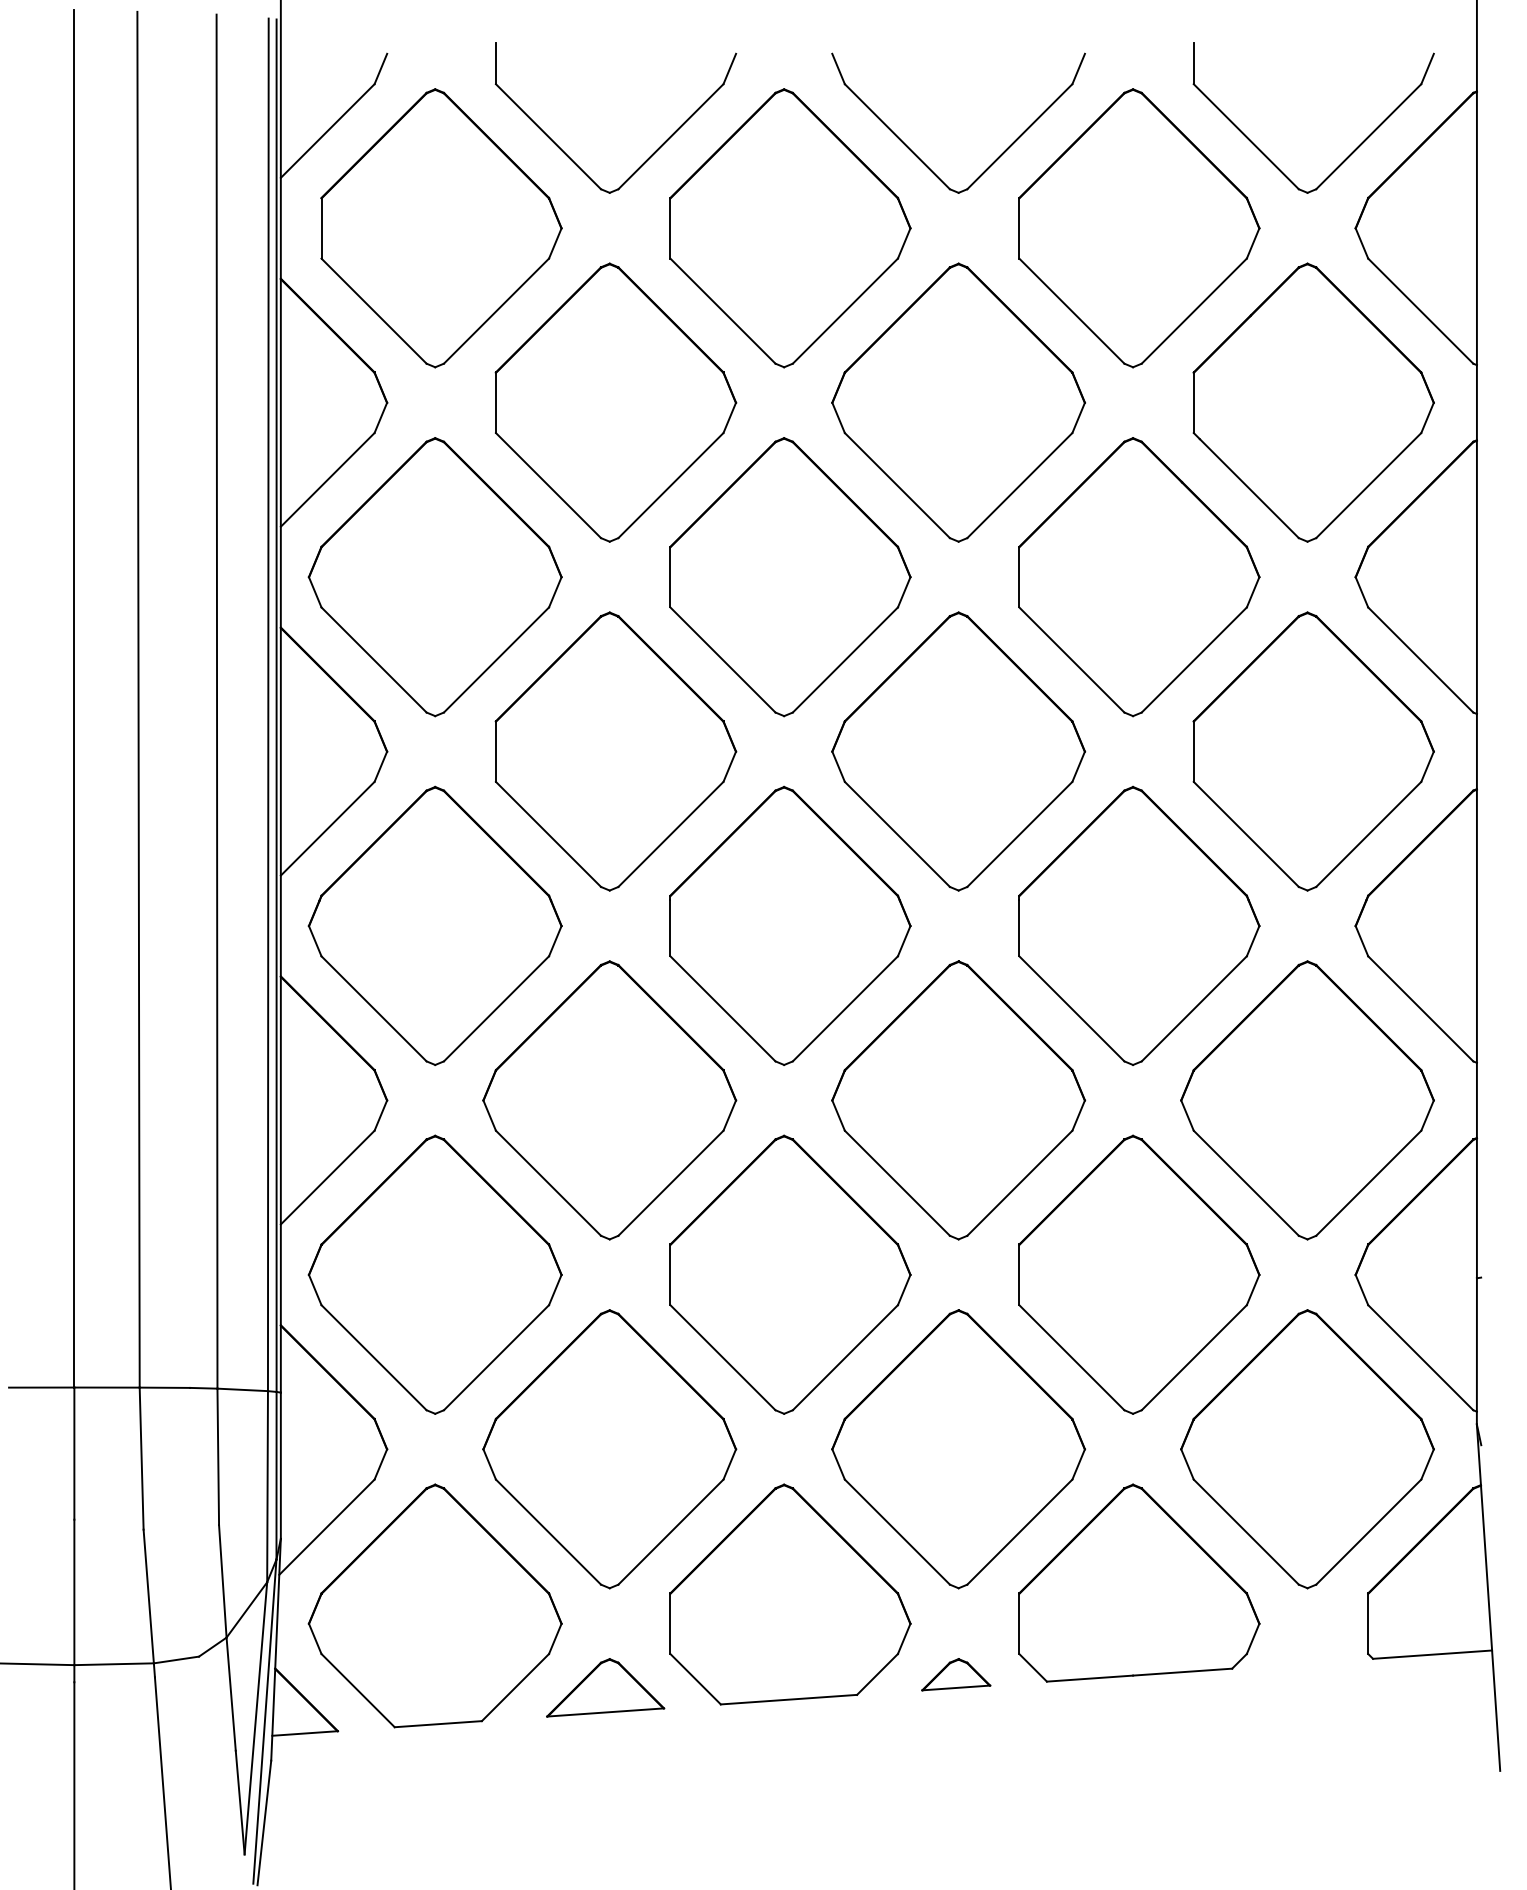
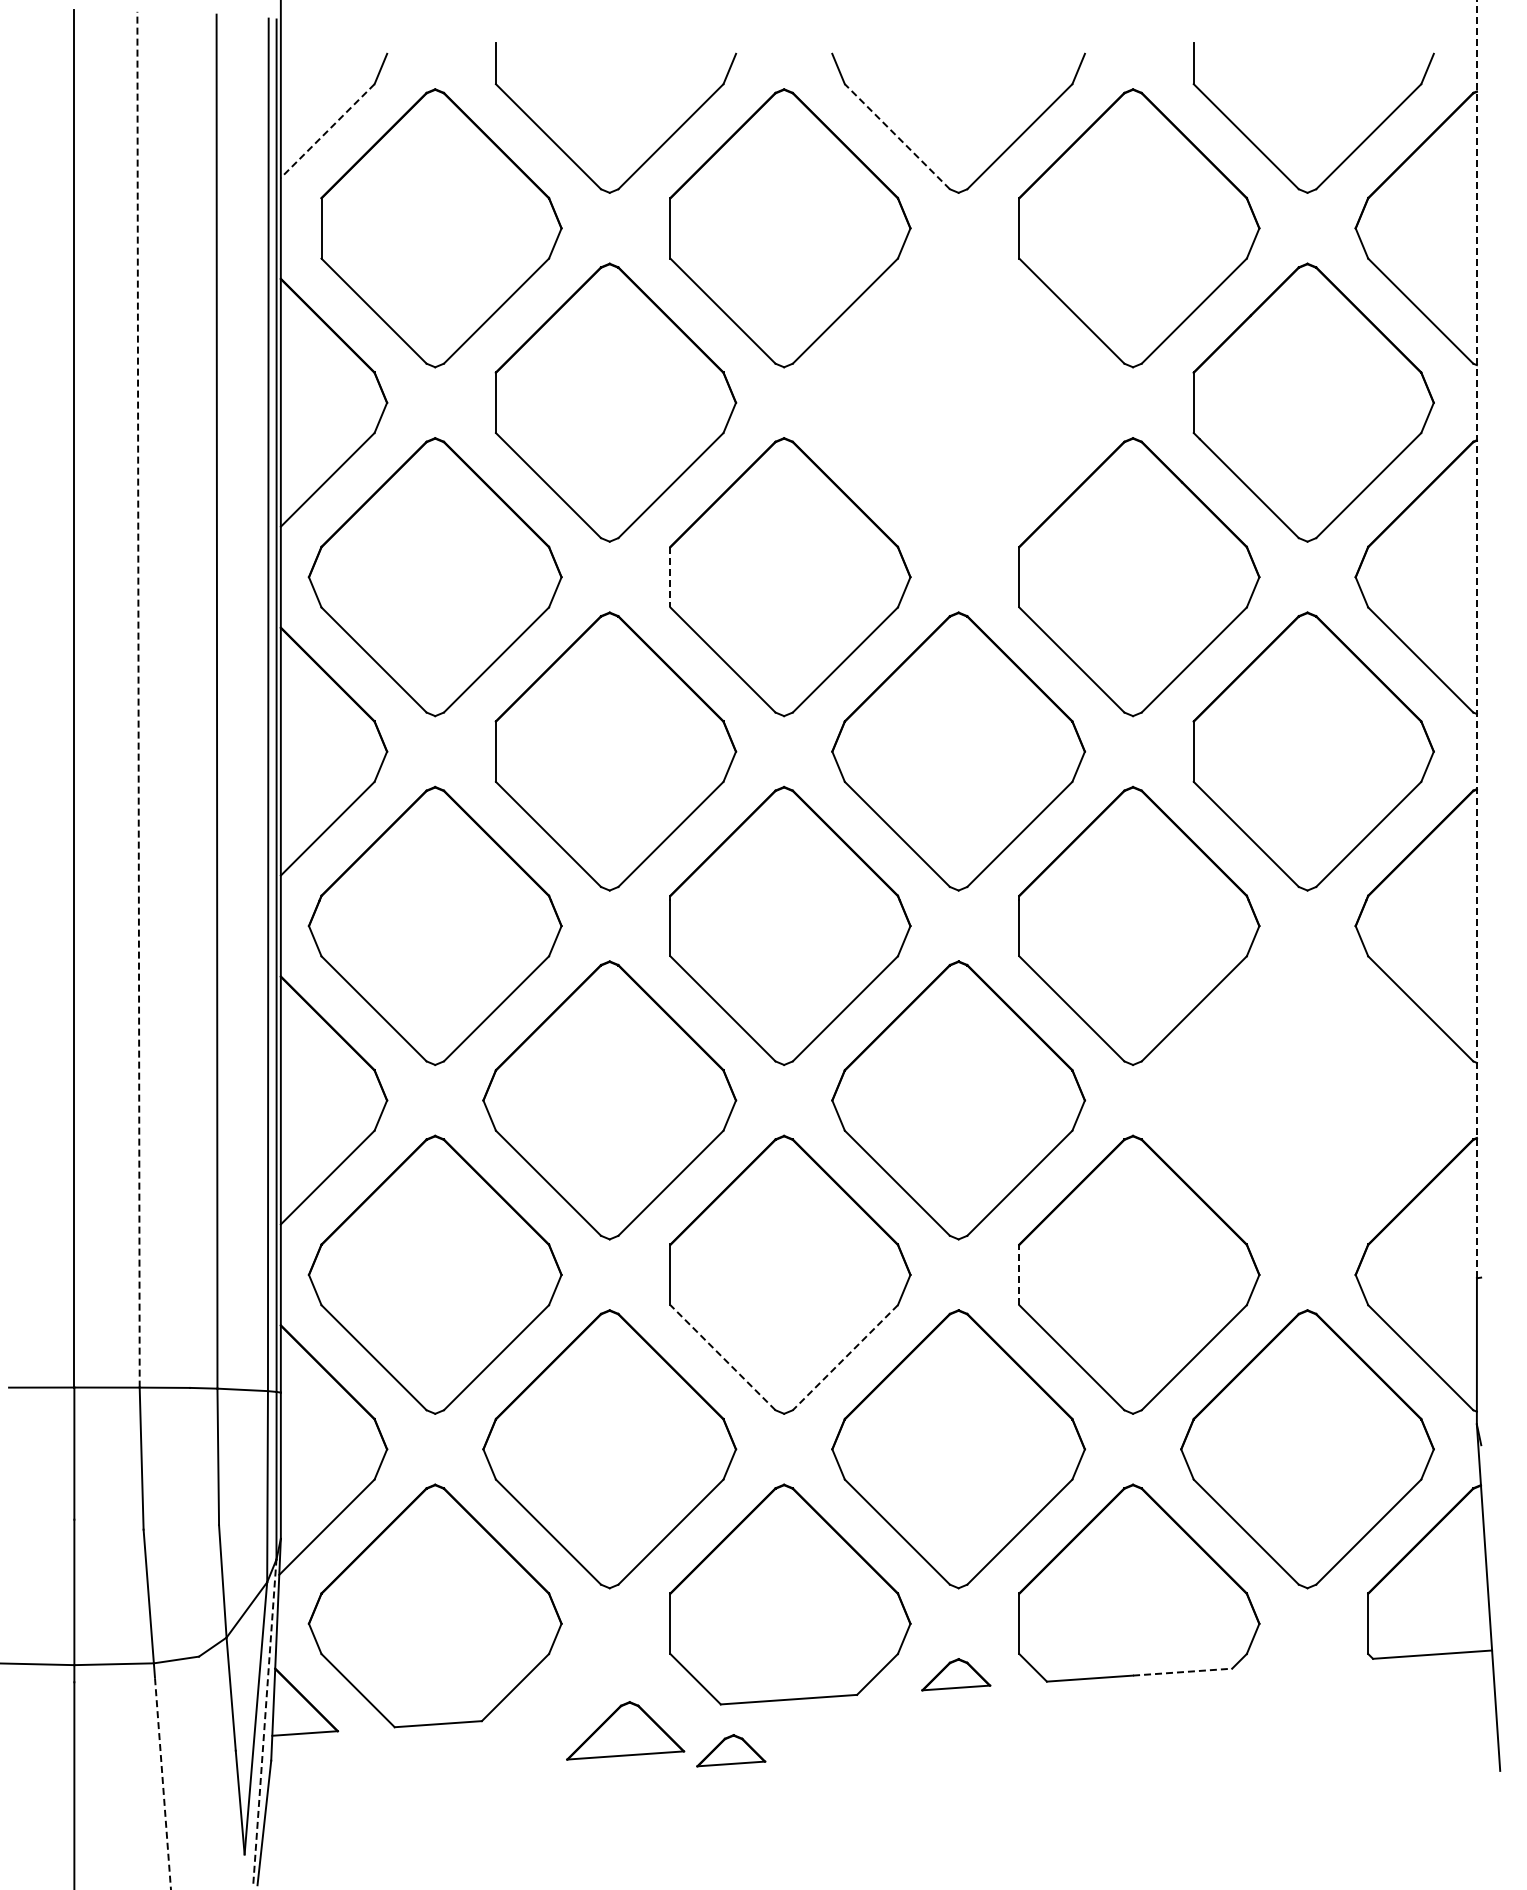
line at (327, 131): solid -> dashed
line at (897, 136): solid -> dashed
part at (958, 402): present -> none
line at (670, 577): solid -> dashed
line at (1476, 639): solid -> dashed
line at (138, 699): solid -> dashed
part at (1307, 1100): present -> none
line at (1019, 1274): solid -> dashed
line at (722, 1357): solid -> dashed
line at (845, 1358): solid -> dashed
line at (1182, 1672): solid -> dashed
part at (605, 1687) position: (605, 1687) -> (625, 1730)
line at (264, 1721): solid -> dashed
part at (731, 1750): none -> present
line at (162, 1782): solid -> dashed
